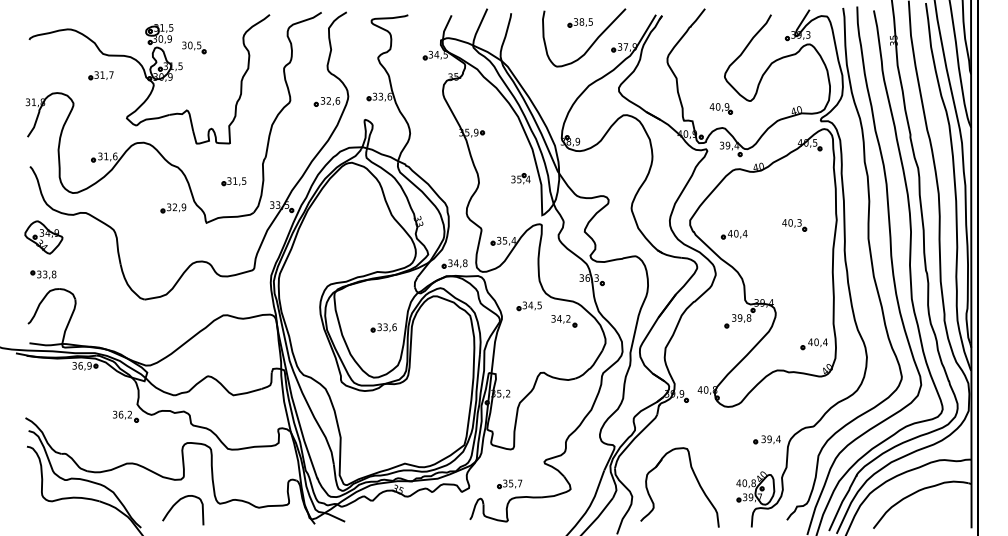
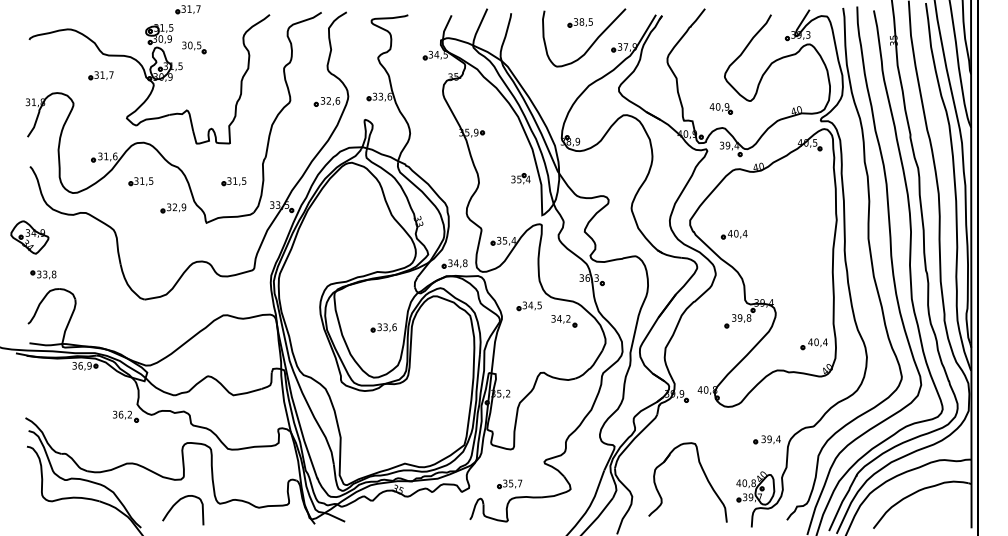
part at (187, 9): none -> present
part at (140, 181): none -> present
part at (794, 225): present -> none
part at (43, 237) position: (43, 237) -> (29, 237)
part at (695, 478) position: (695, 478) -> (703, 473)
